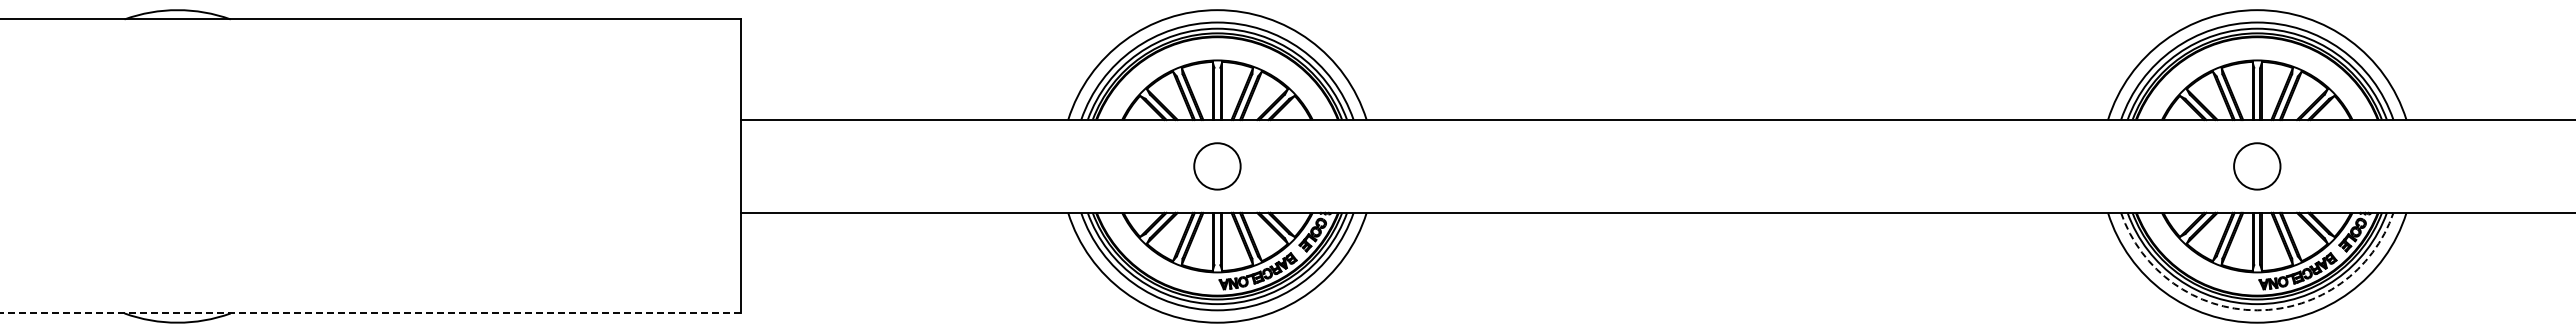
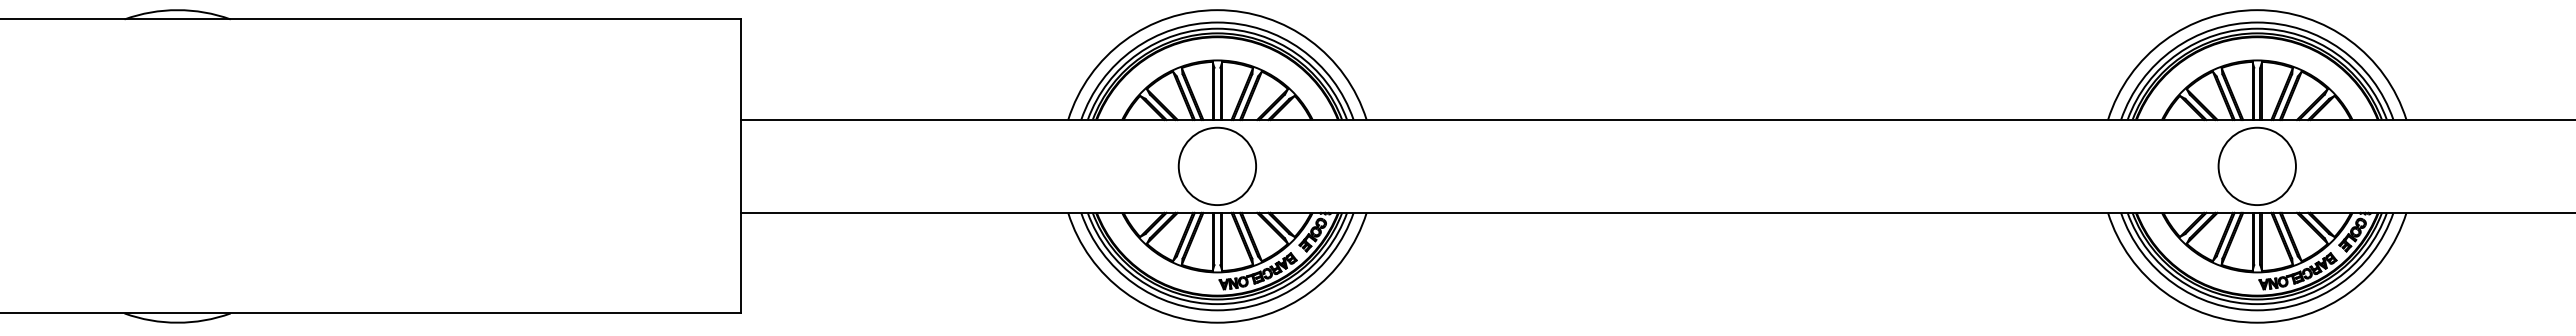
circle at (1217, 166) diameter: 46 px -> 77 px
circle at (2257, 166) diameter: 46 px -> 77 px
arc at (2257, 310): dashed -> solid
line at (370, 313): dashed -> solid
